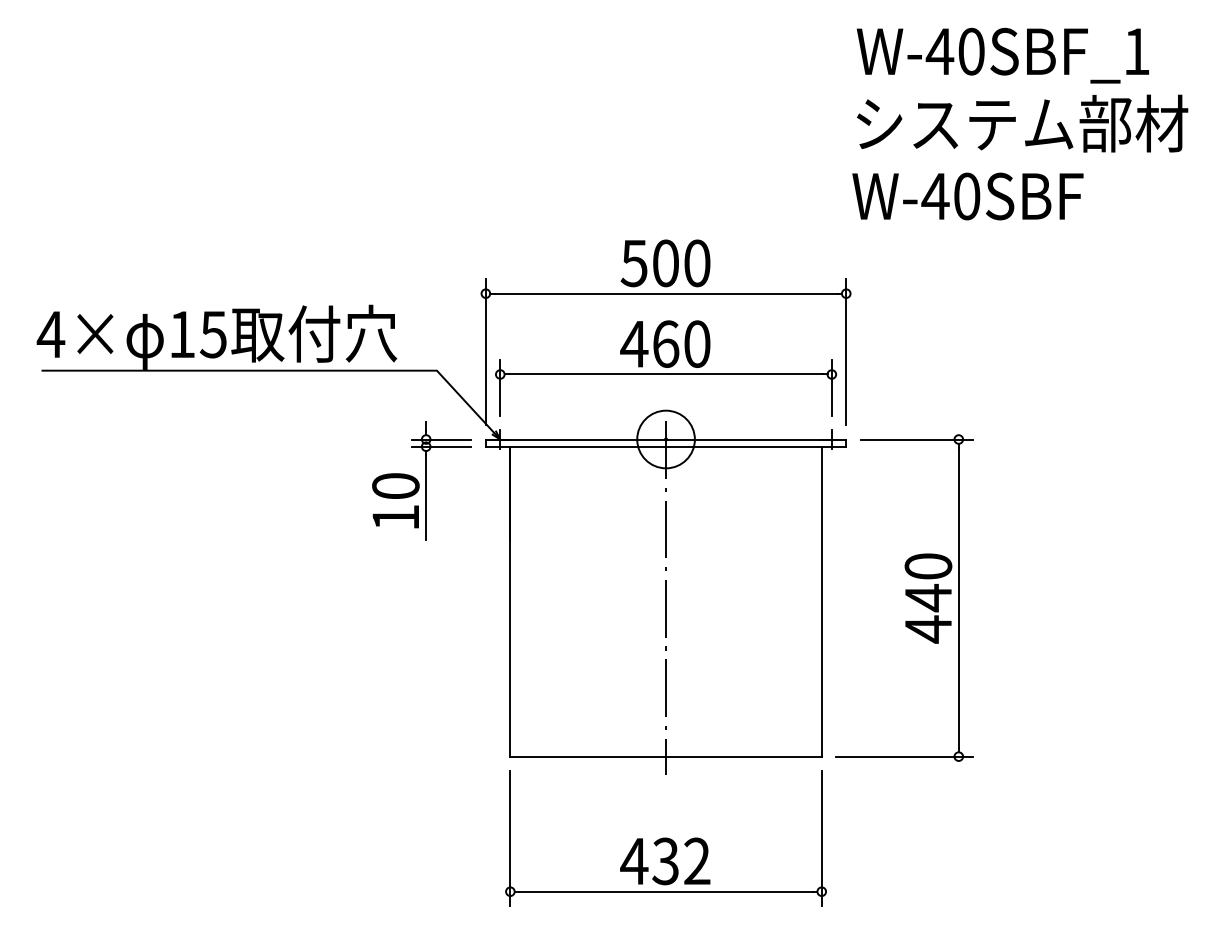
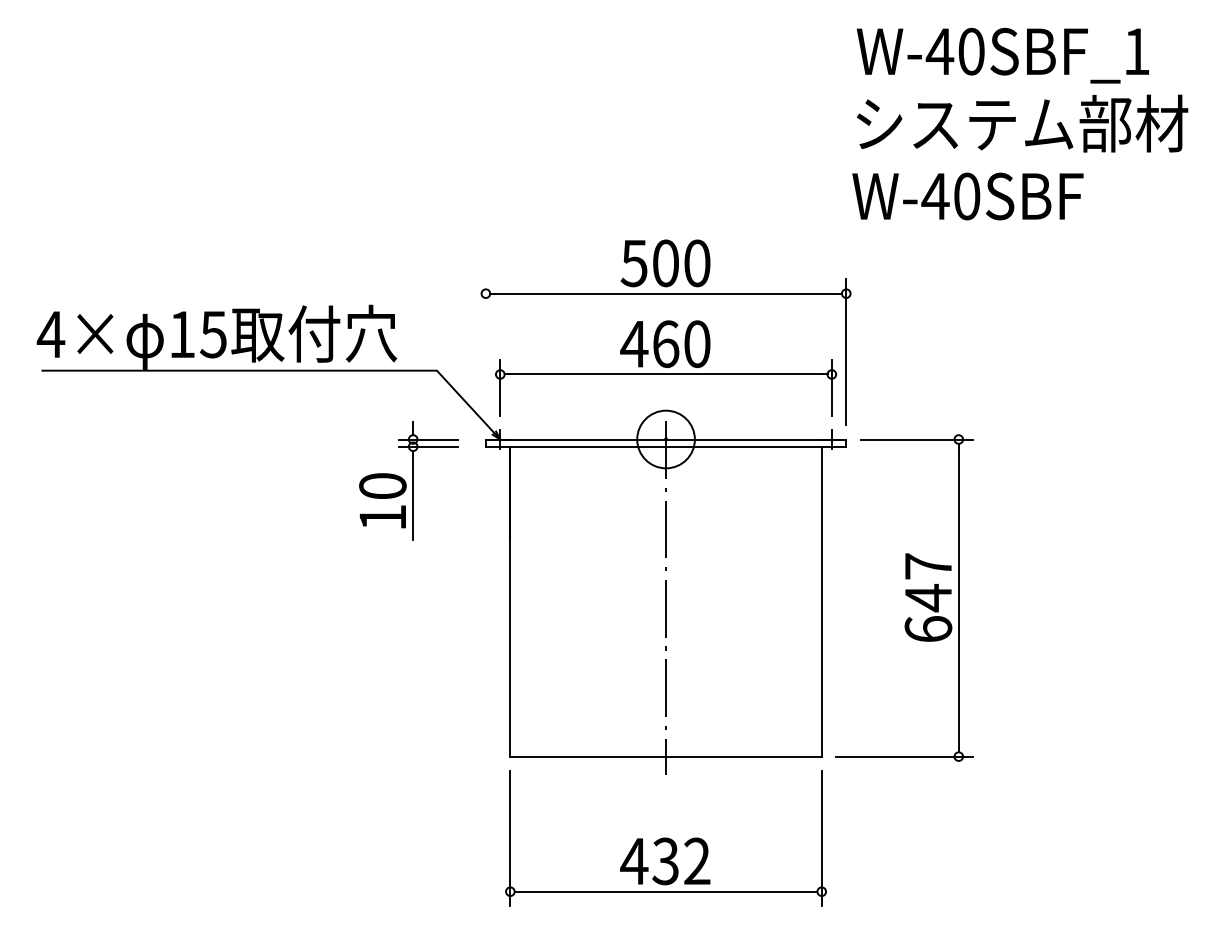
line at (485, 352): present -> none
part at (421, 480) position: (421, 480) -> (408, 480)
text at (928, 598): 440 -> 647
